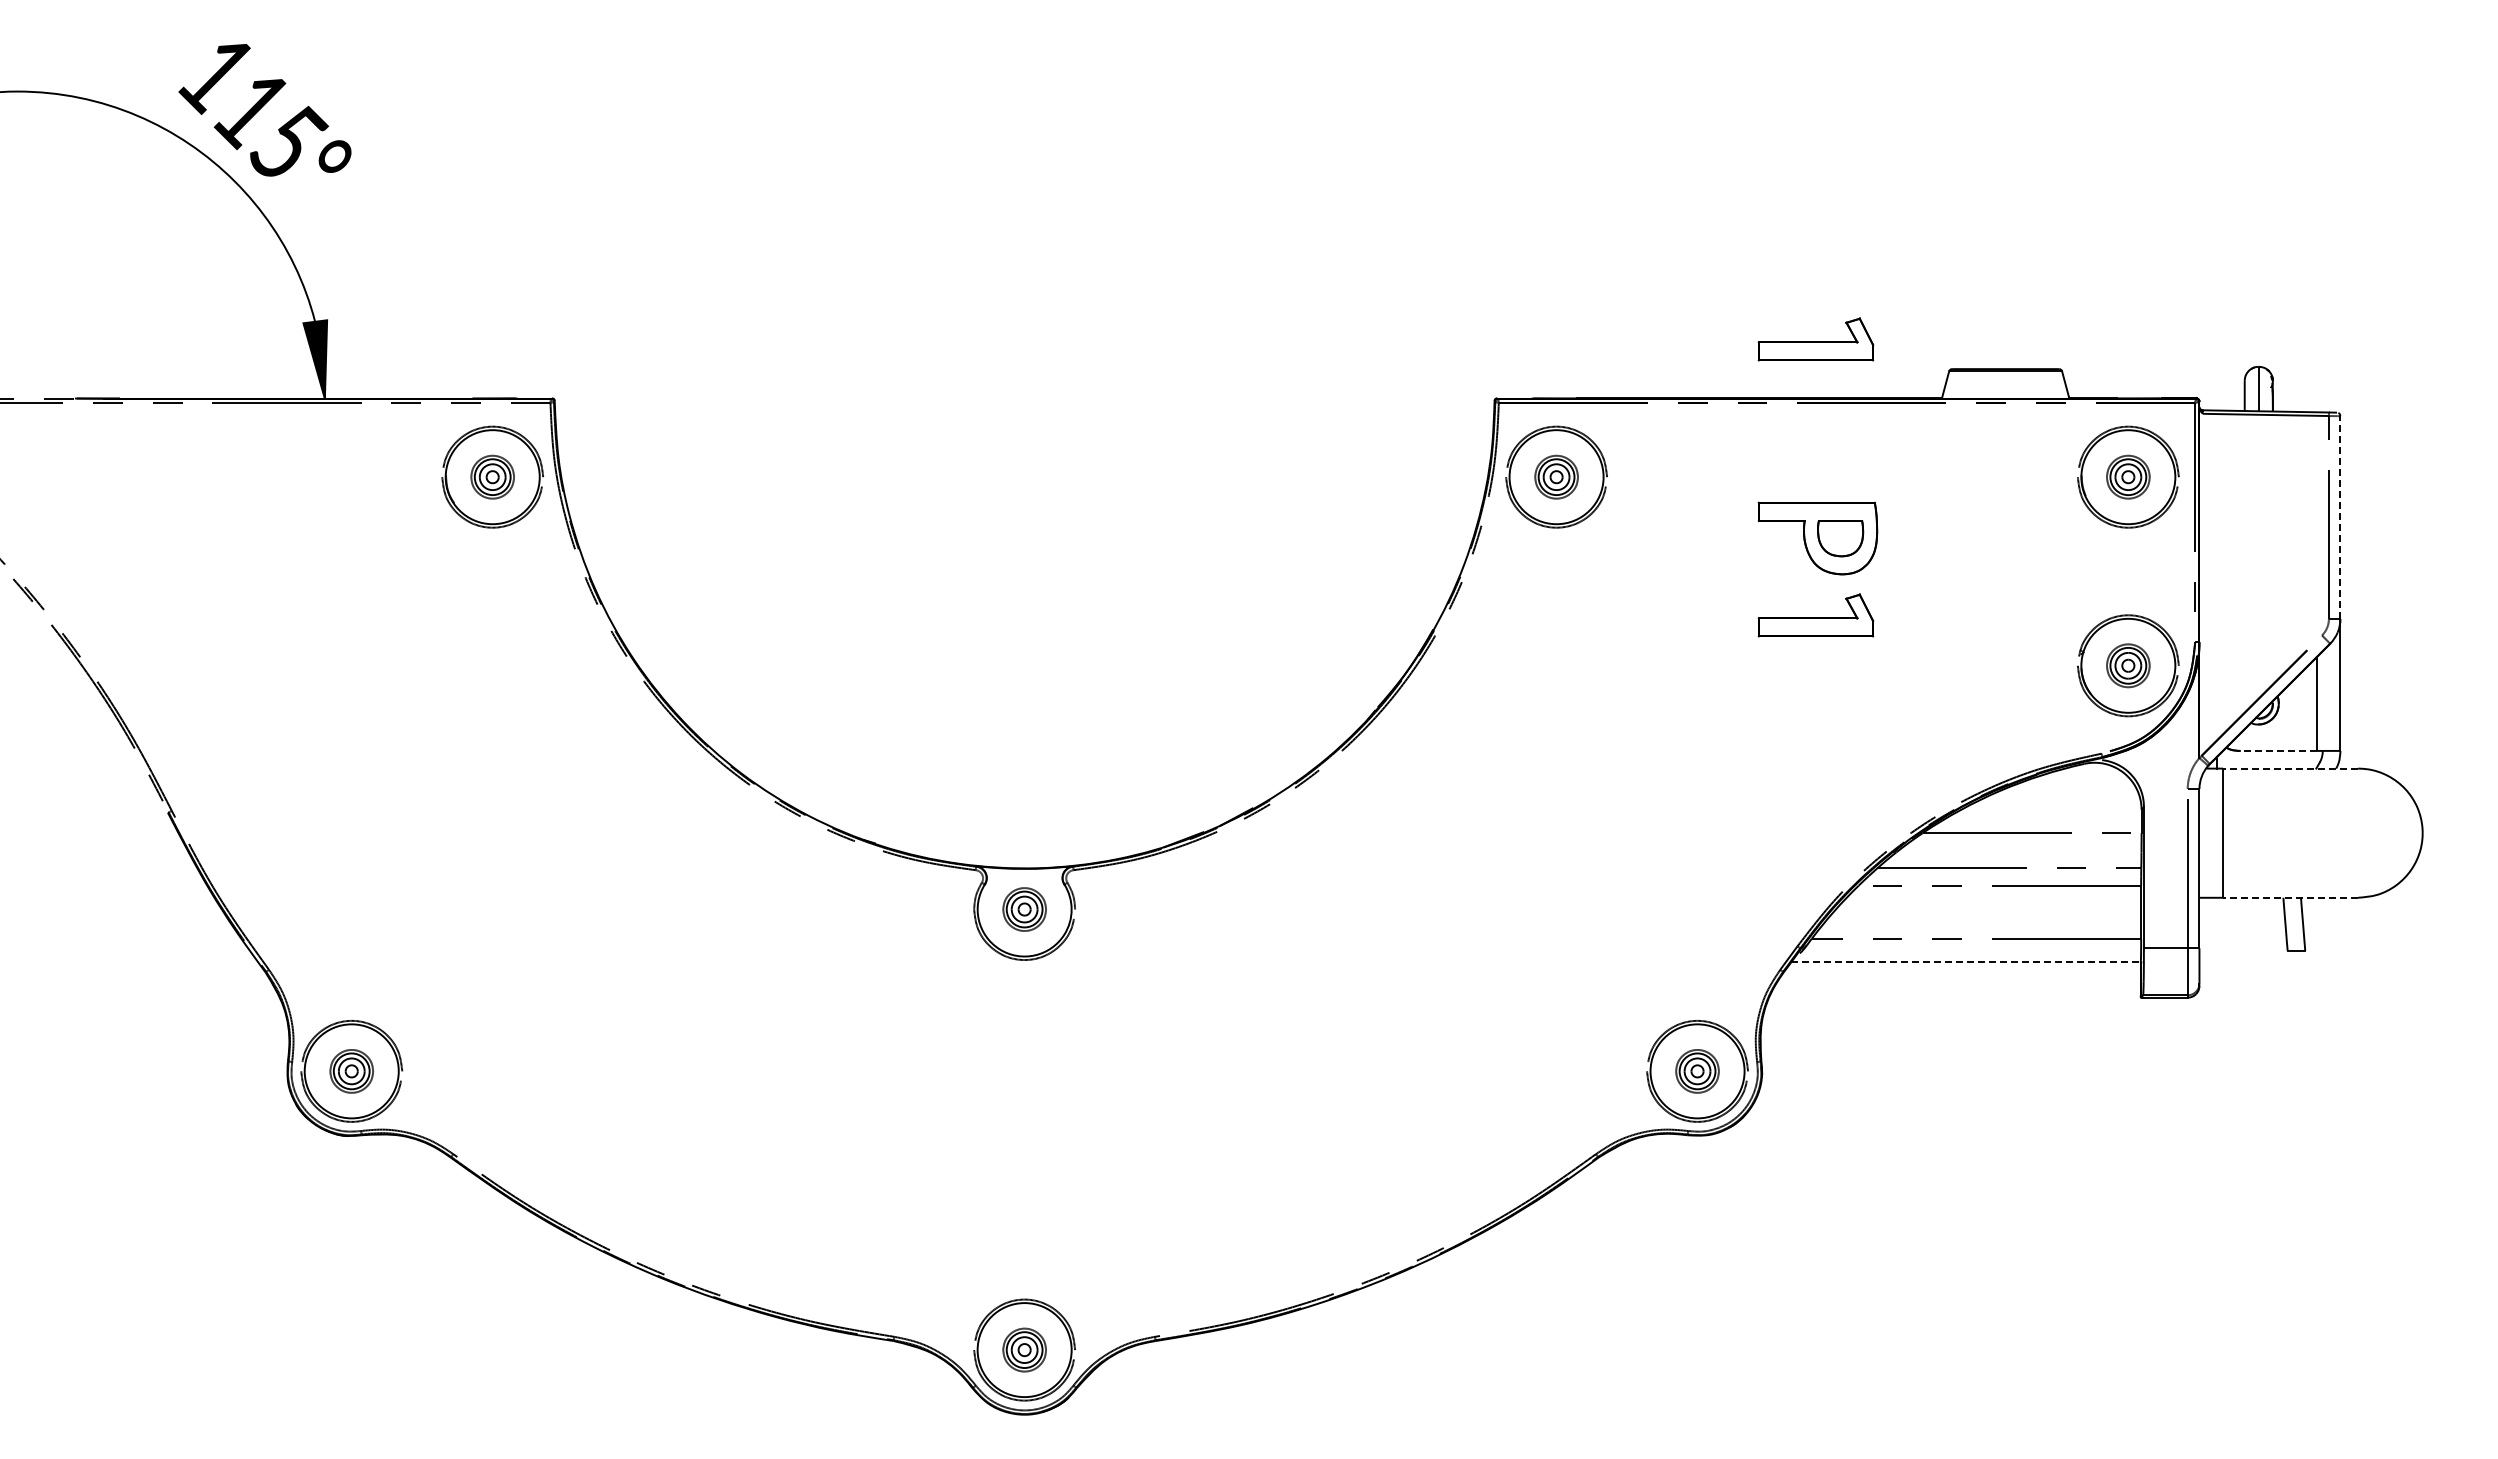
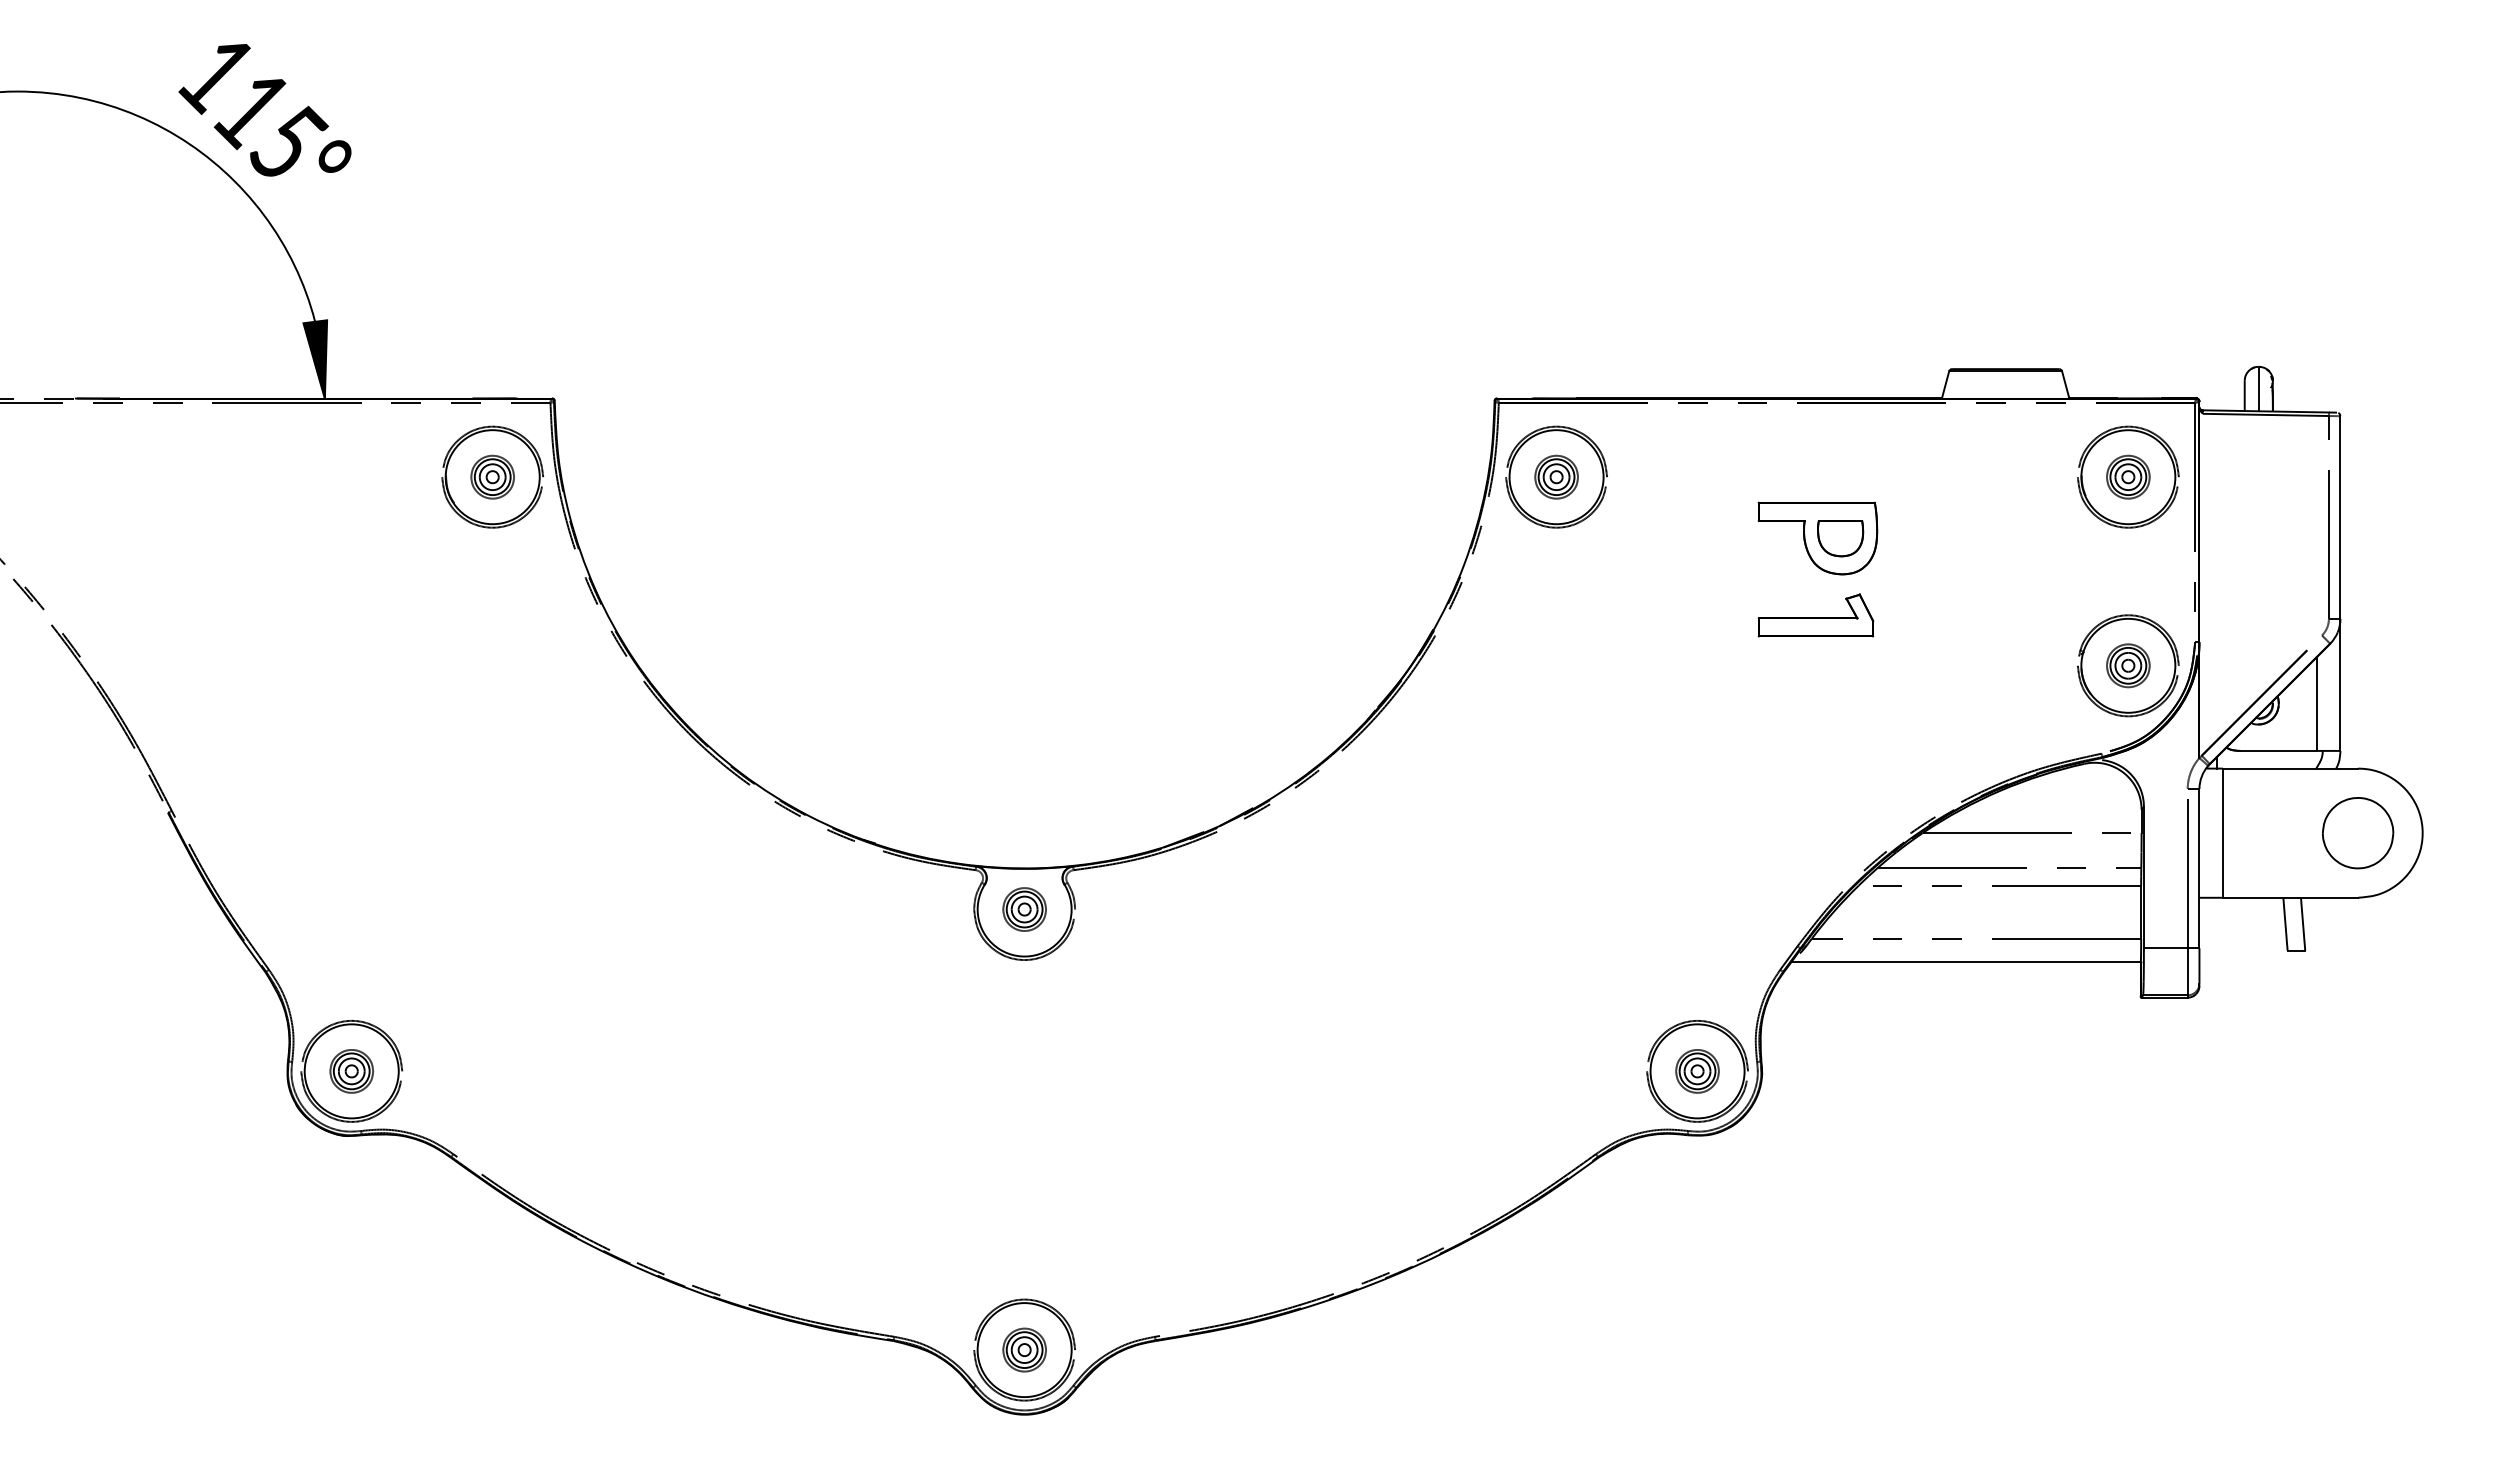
part at (1815, 339): present -> none
line at (2340, 517): dashed -> solid
line at (2278, 750): dashed -> solid
line at (2290, 768): dashed -> solid
part at (2358, 833): none -> present
line at (2290, 897): dashed -> solid
line at (1966, 962): dashed -> solid
